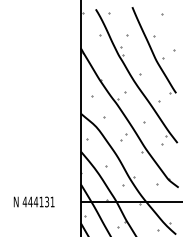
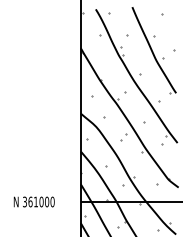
text at (38, 201): 444131 -> 361000
